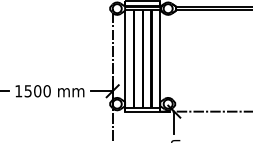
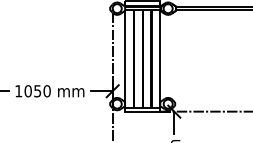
text at (32, 91): 1500 -> 1050
